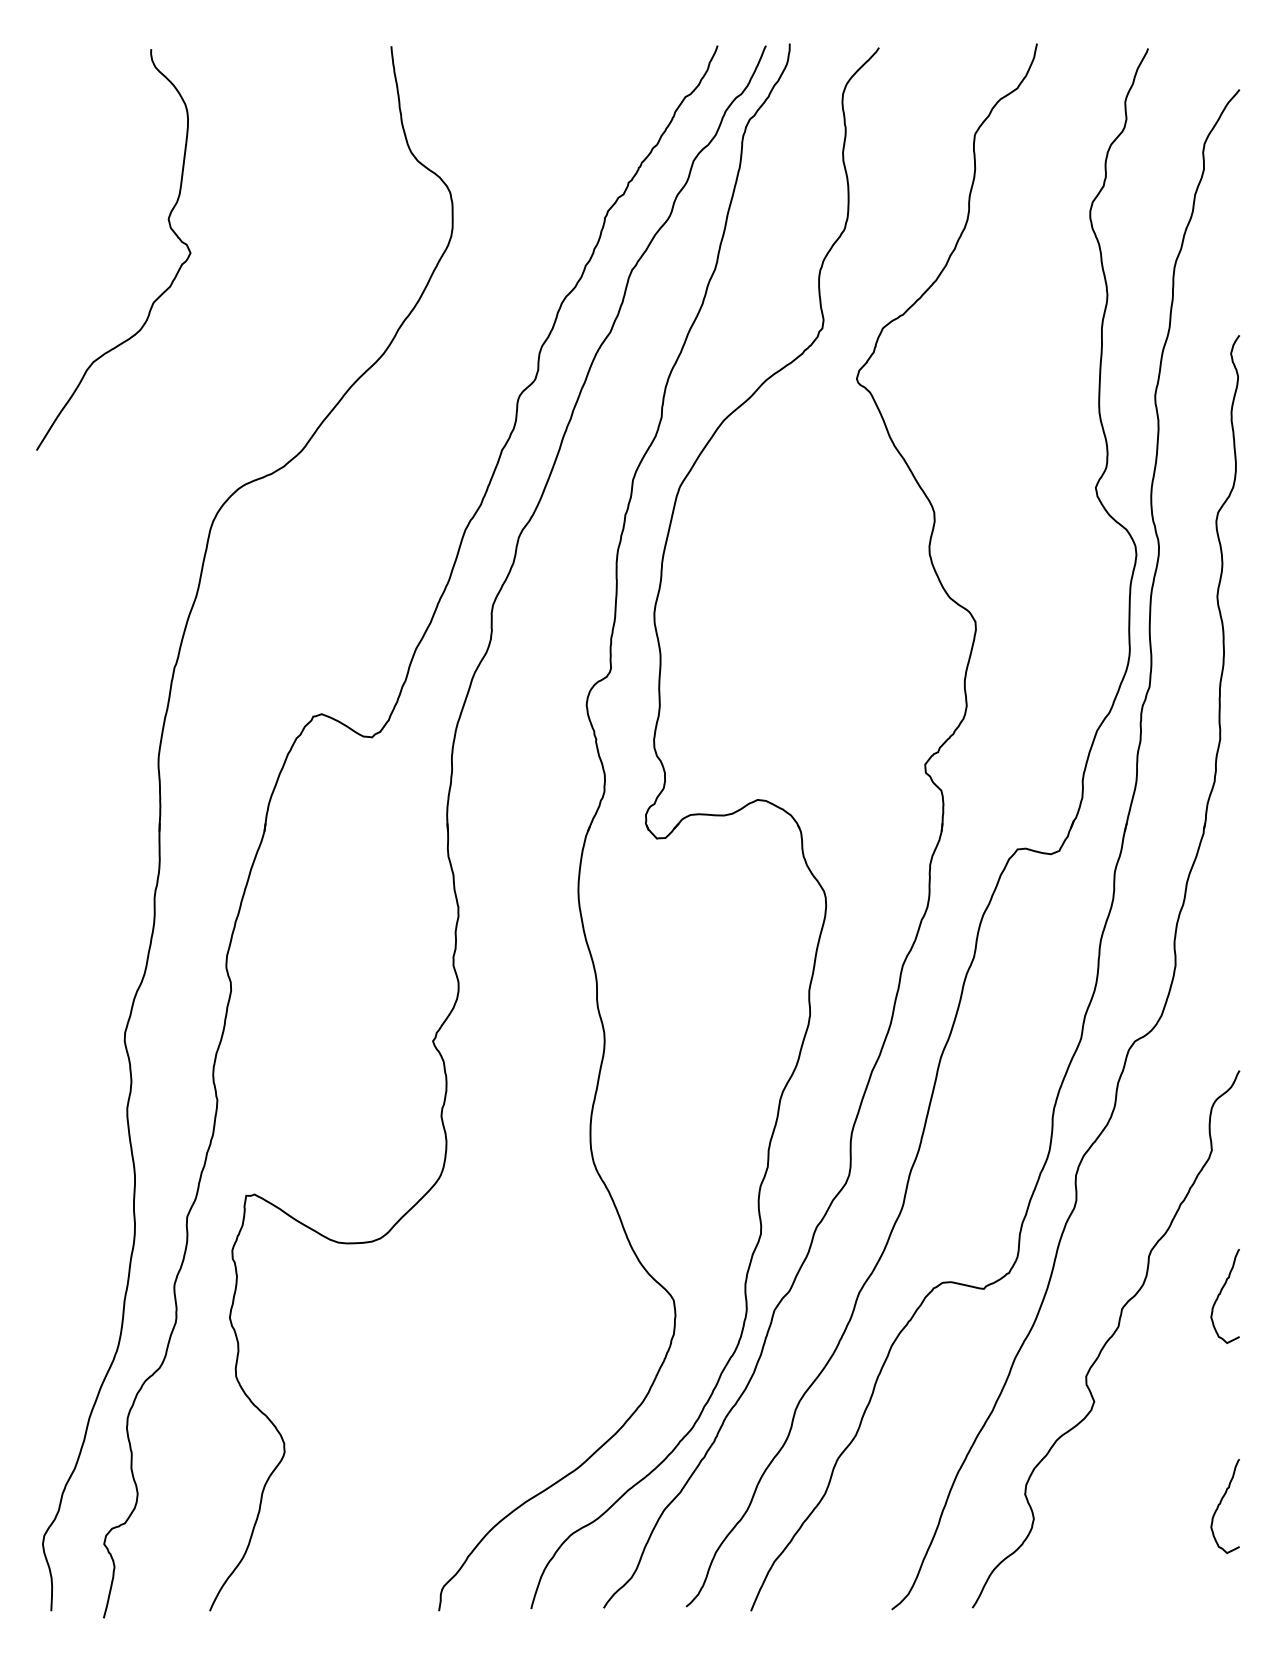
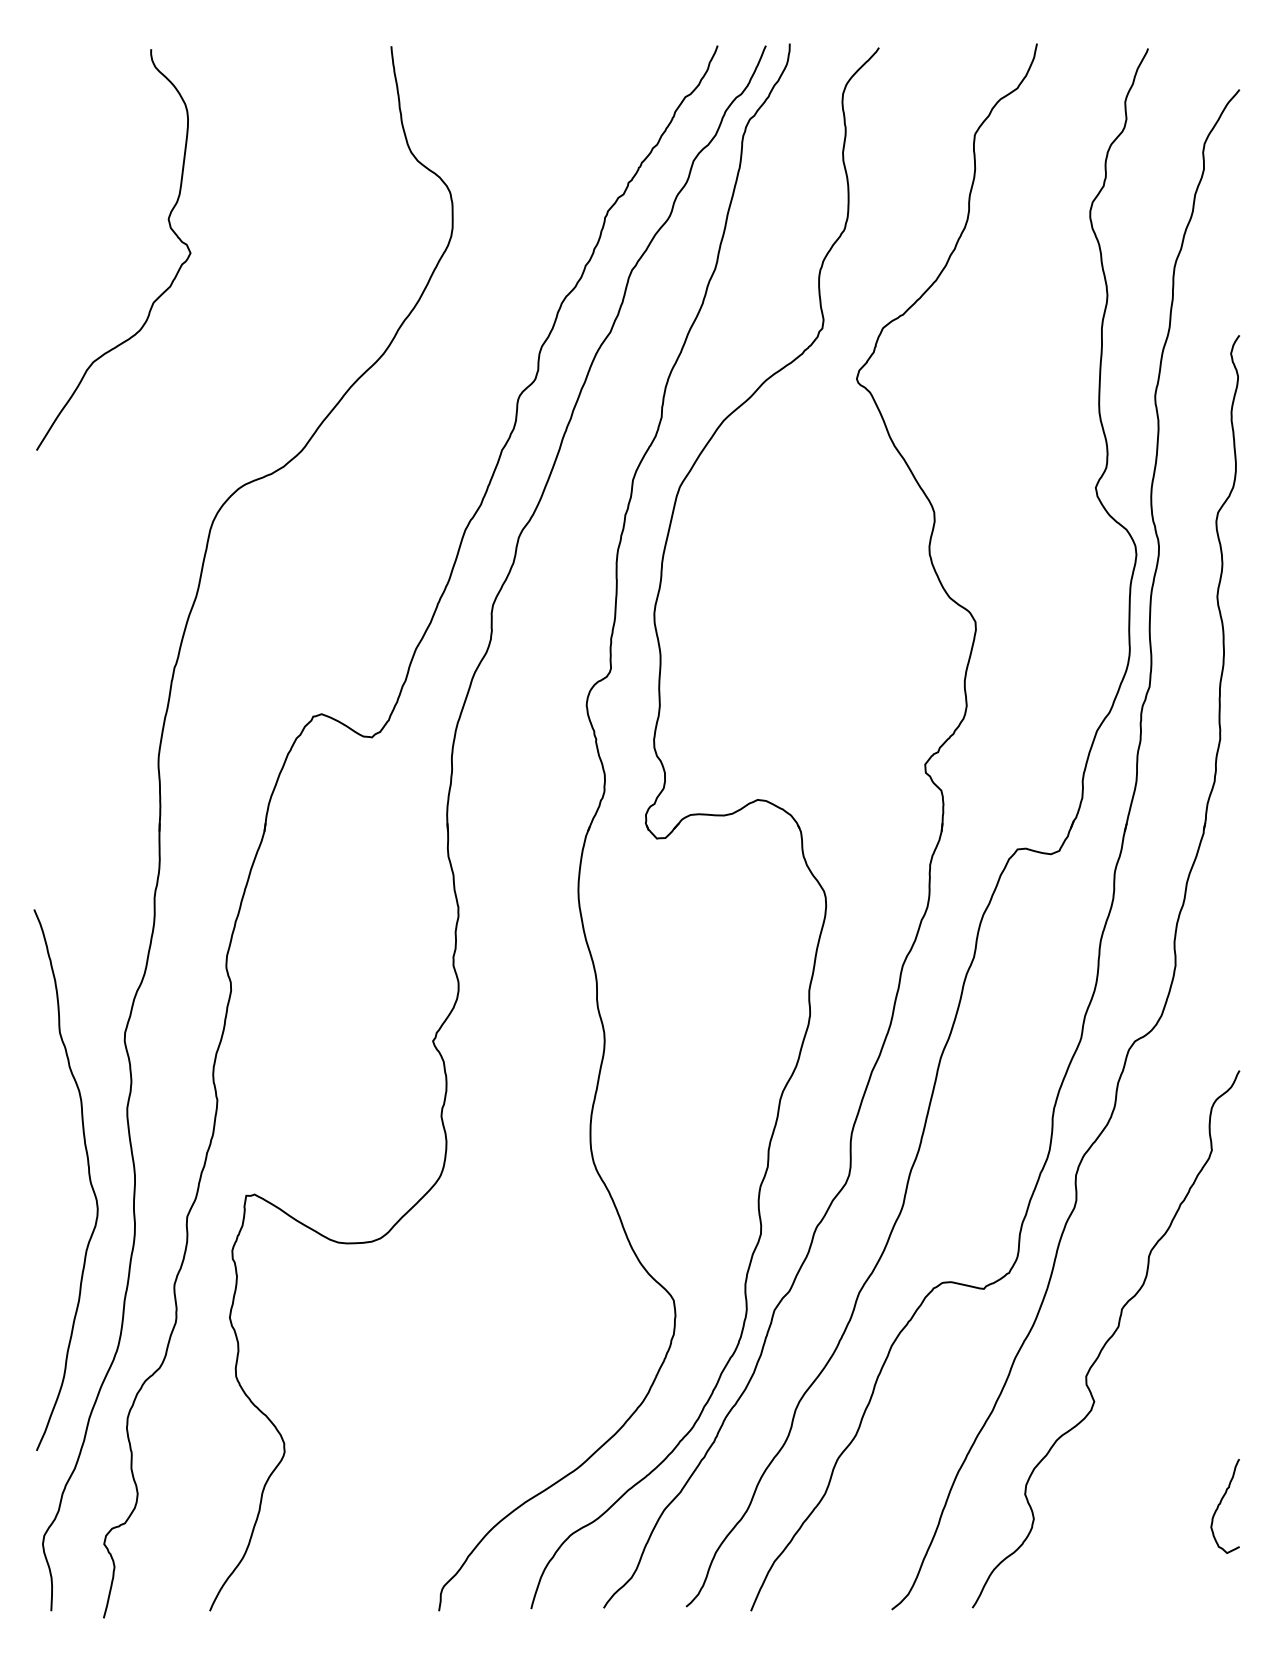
curve at (88, 1176): none -> present
curve at (1221, 1293): present -> none
